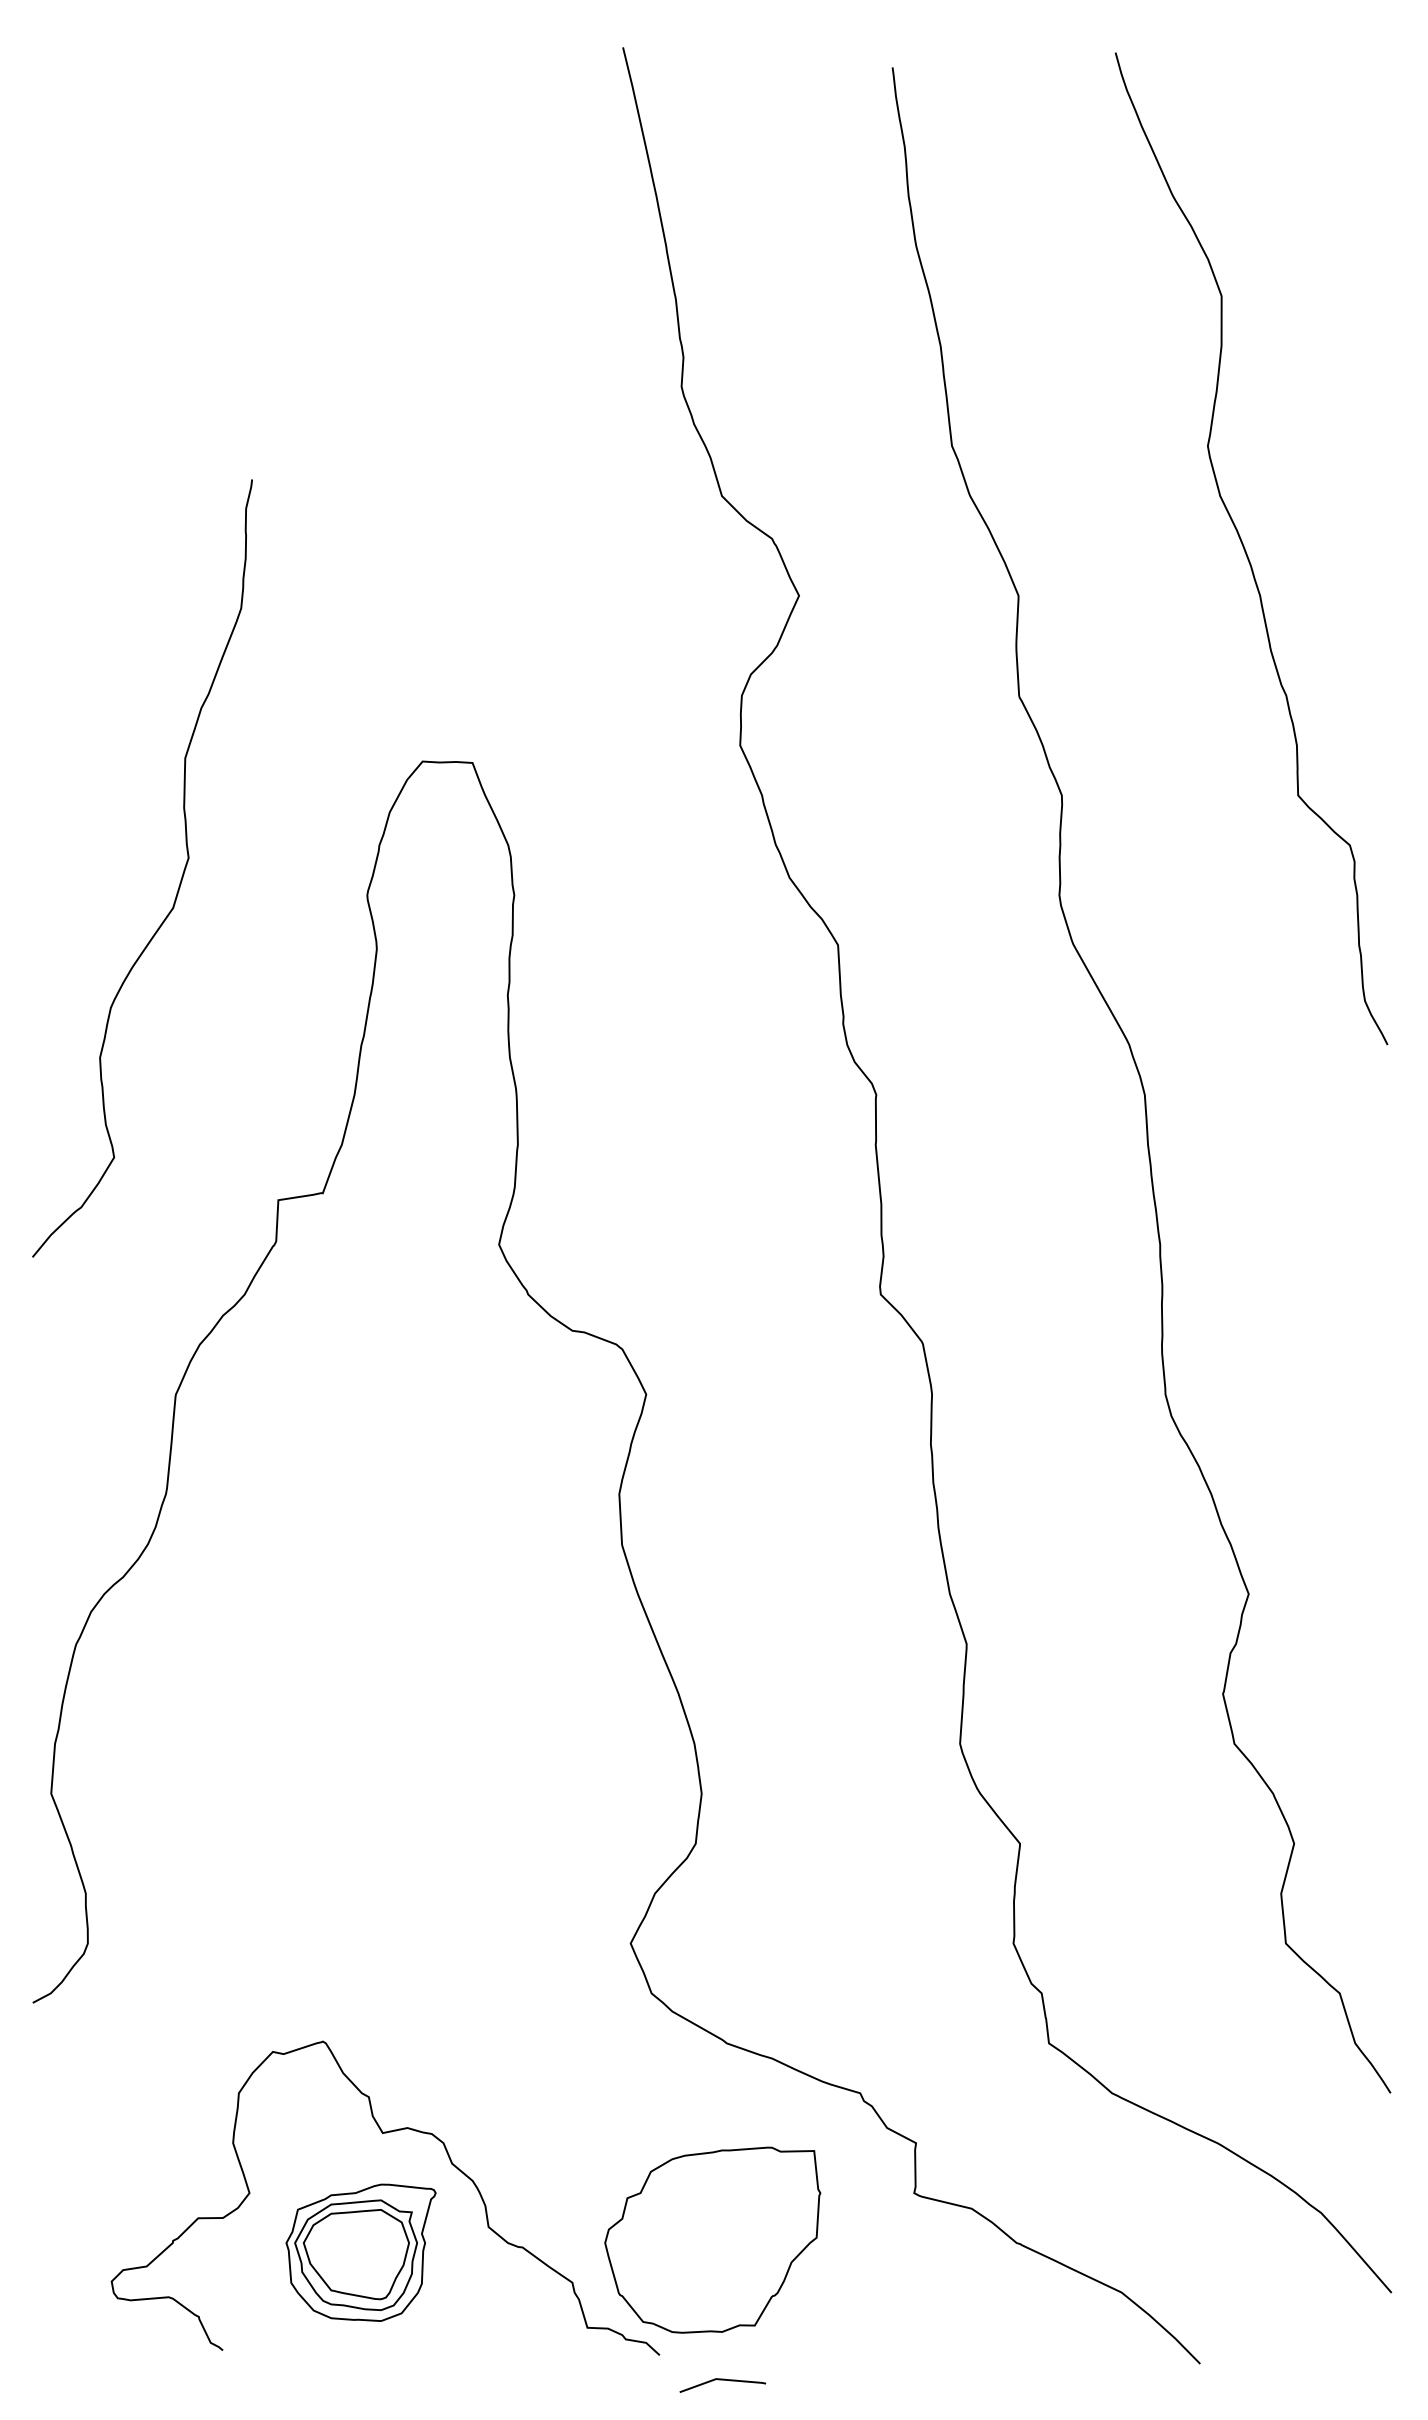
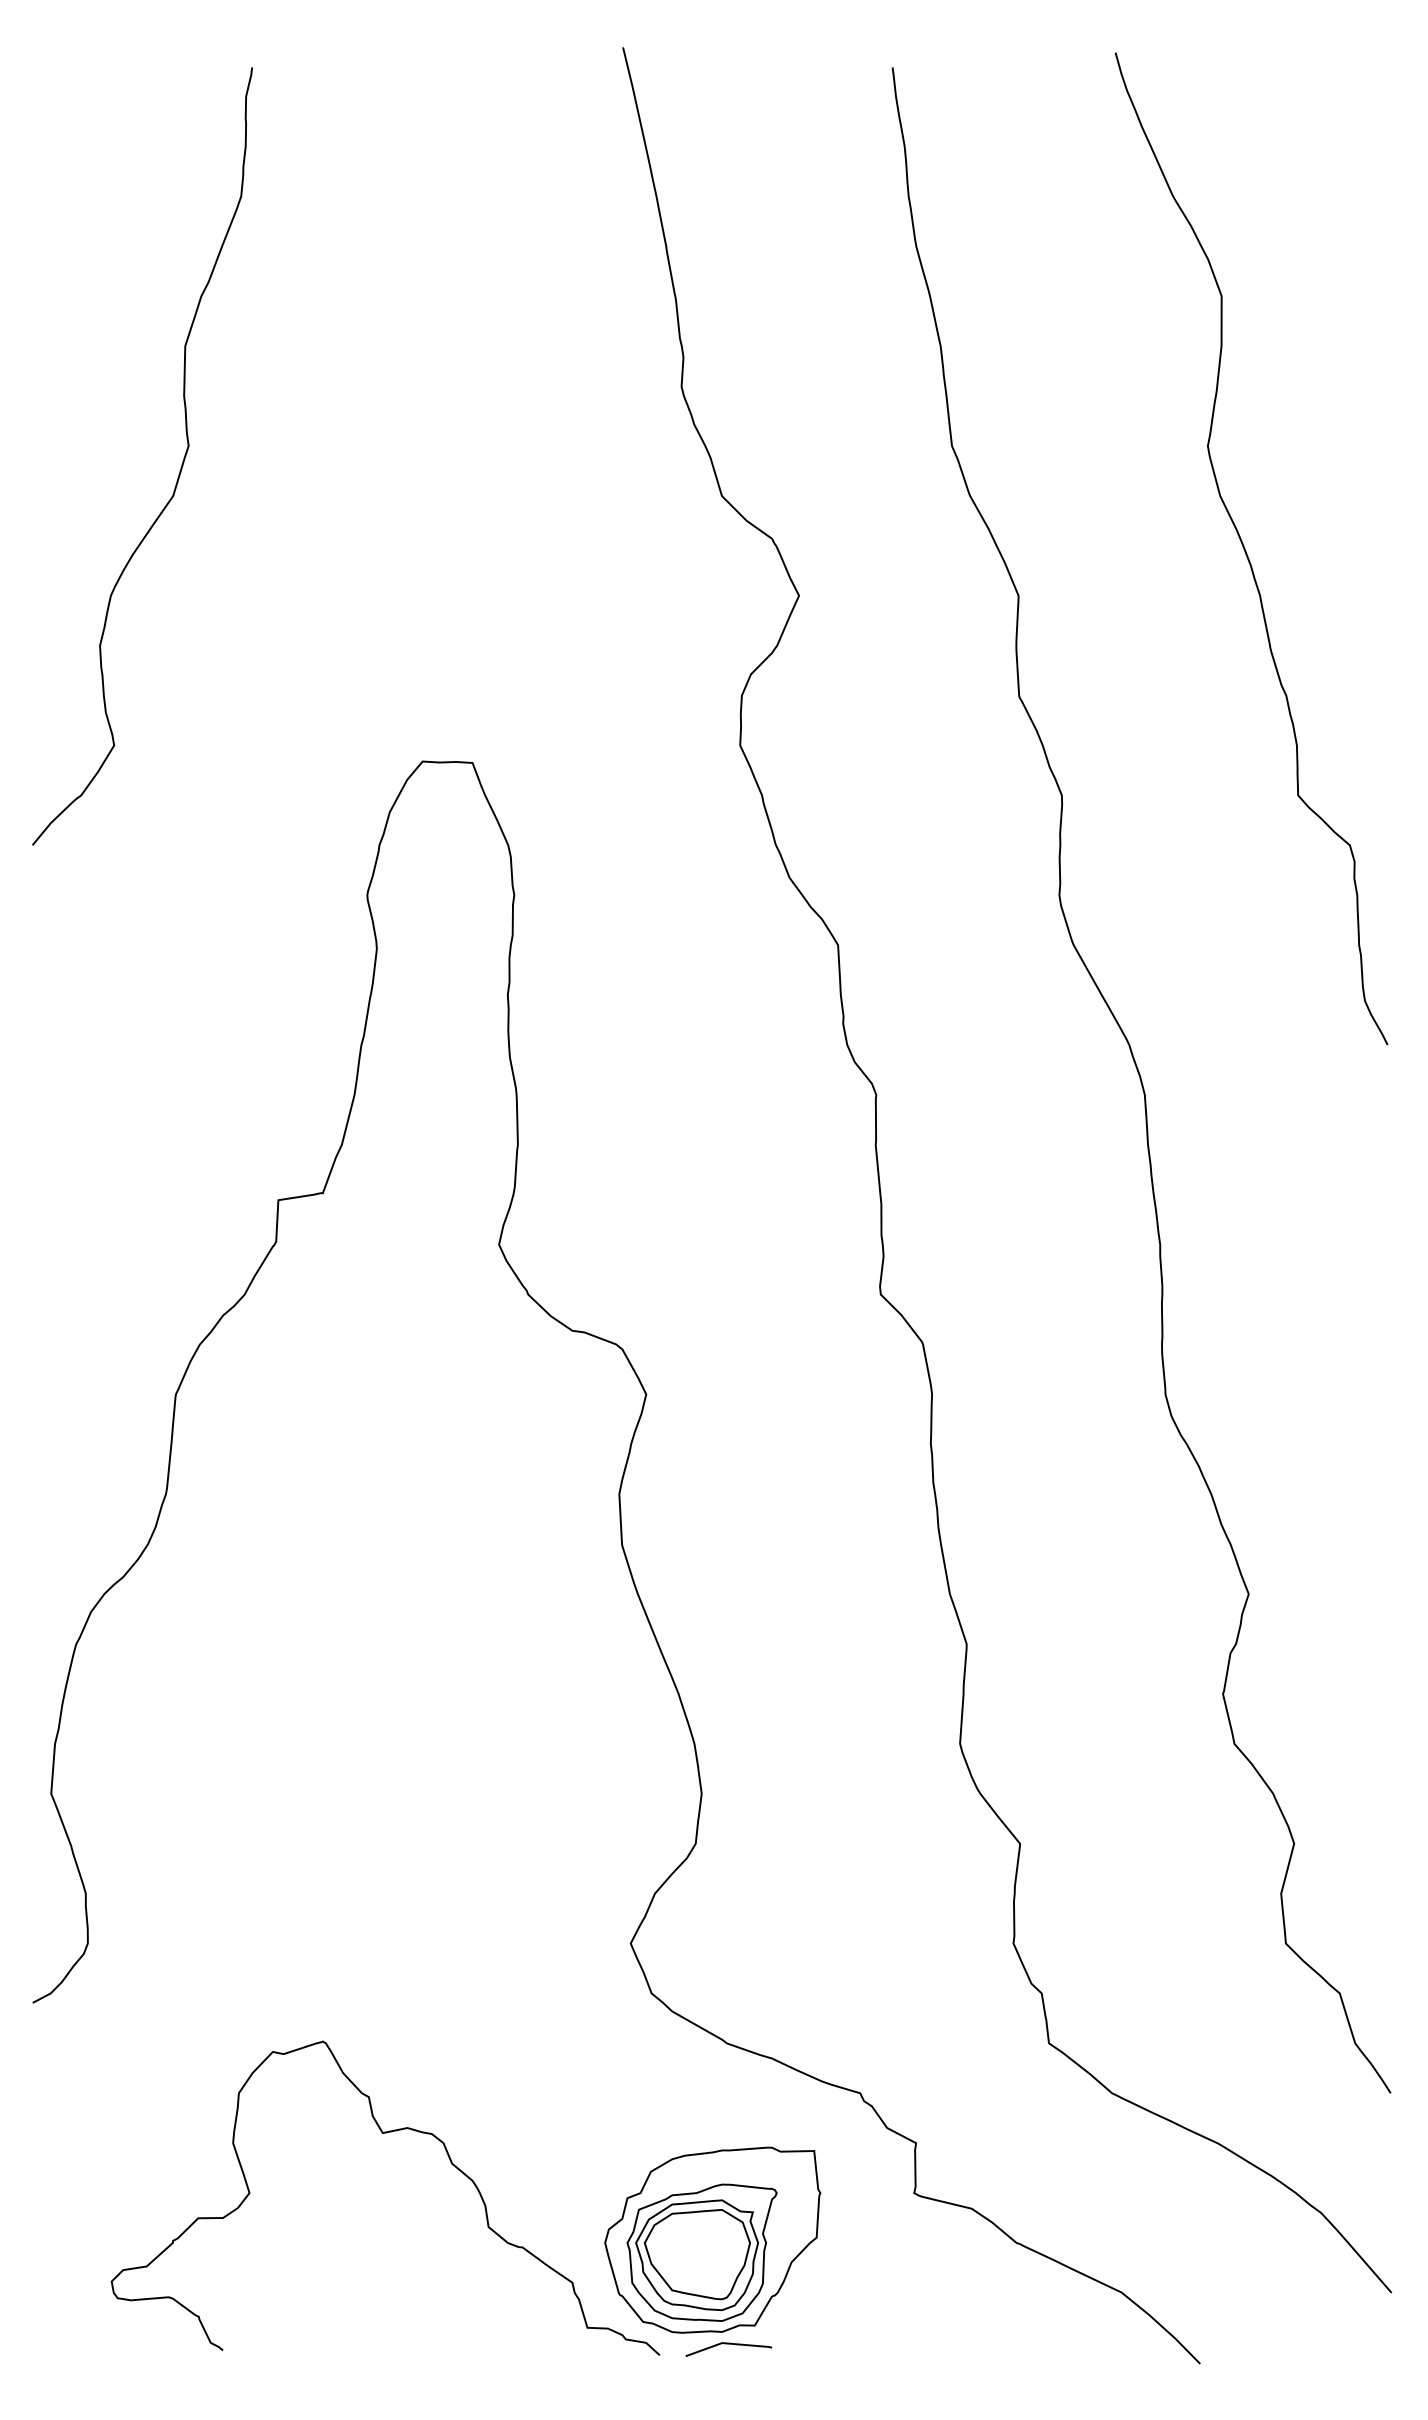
curve at (180, 879) position: (180, 879) -> (180, 467)
part at (360, 2252) position: (360, 2252) -> (701, 2252)
line at (722, 2380) position: (722, 2380) -> (728, 2344)
